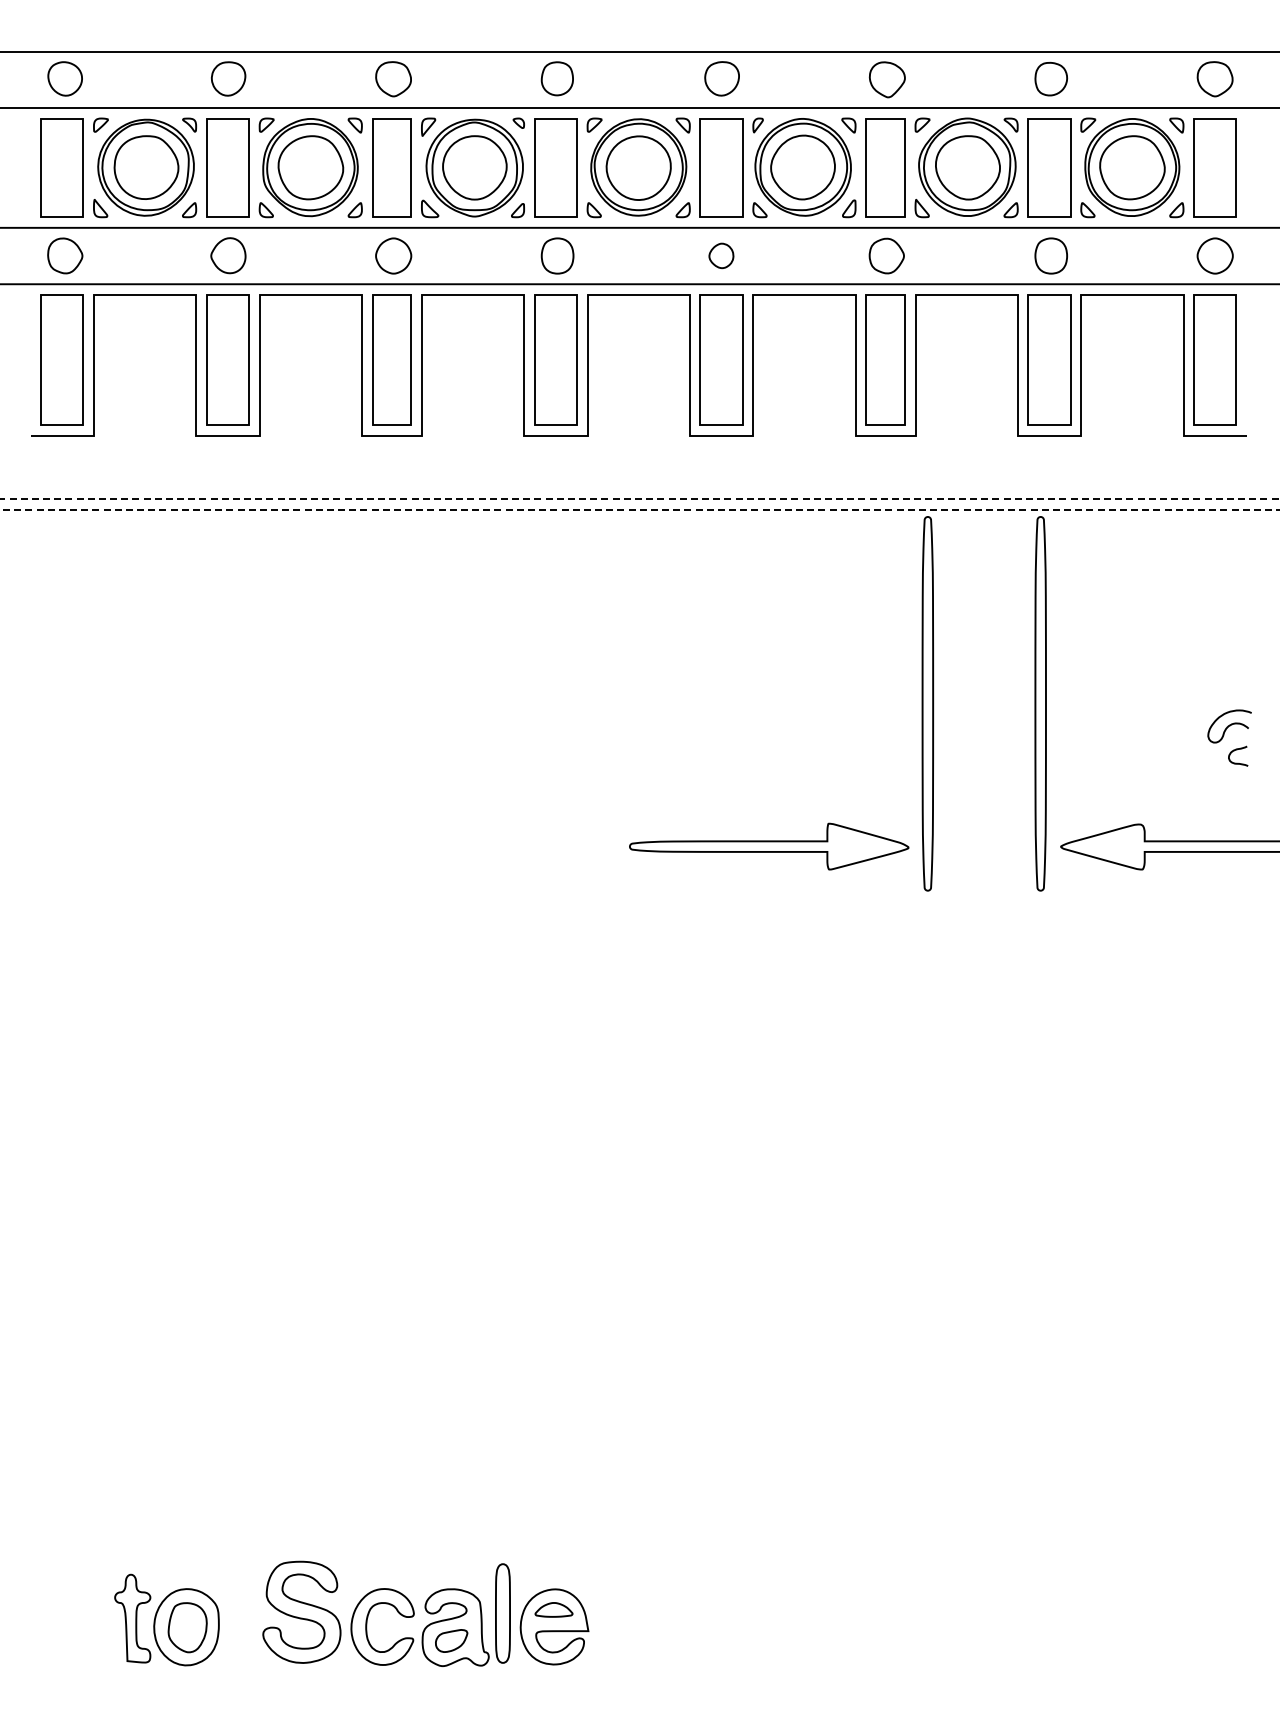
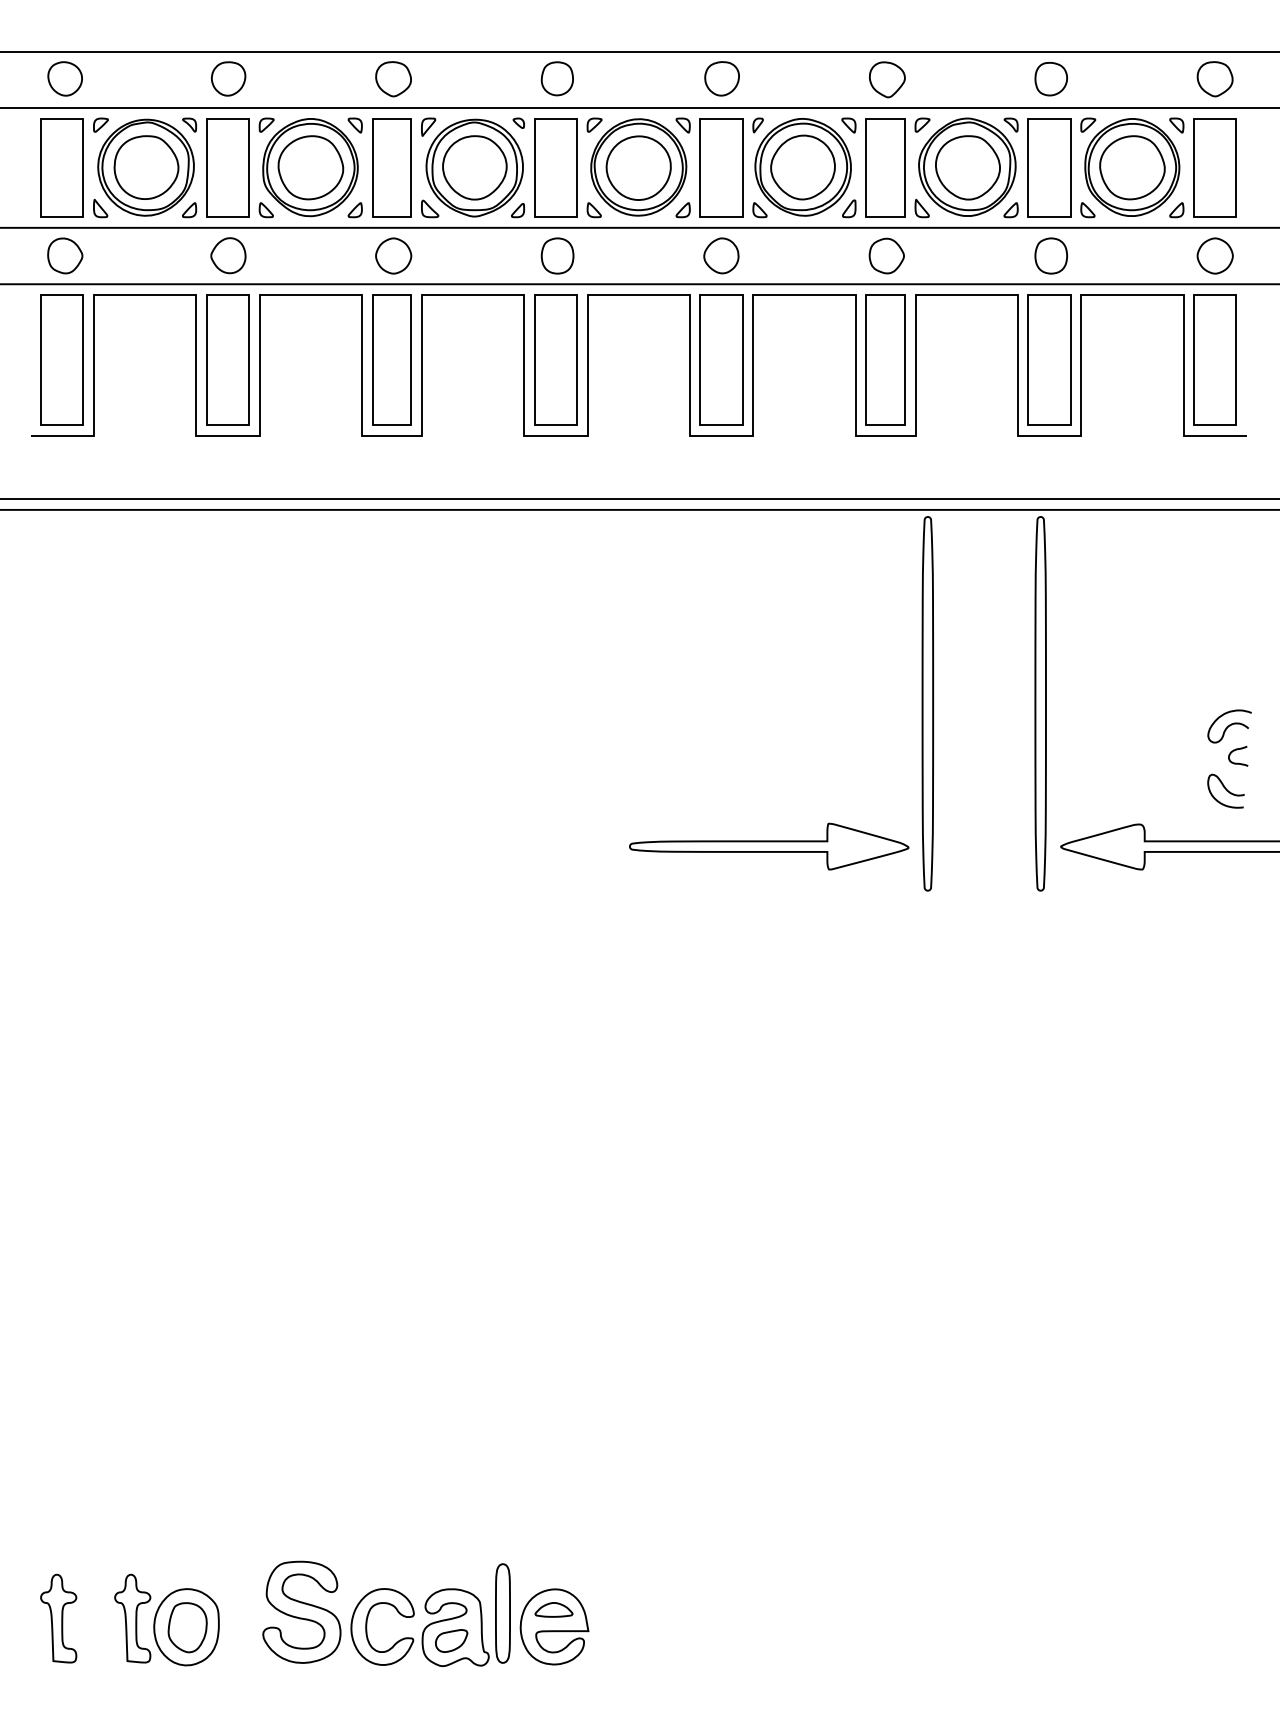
part at (721, 255) size: 27x28 px -> 37x38 px
line at (639, 499): dashed -> solid
line at (640, 509): dashed -> solid
curve at (1225, 789): none -> present
part at (58, 1618): none -> present
